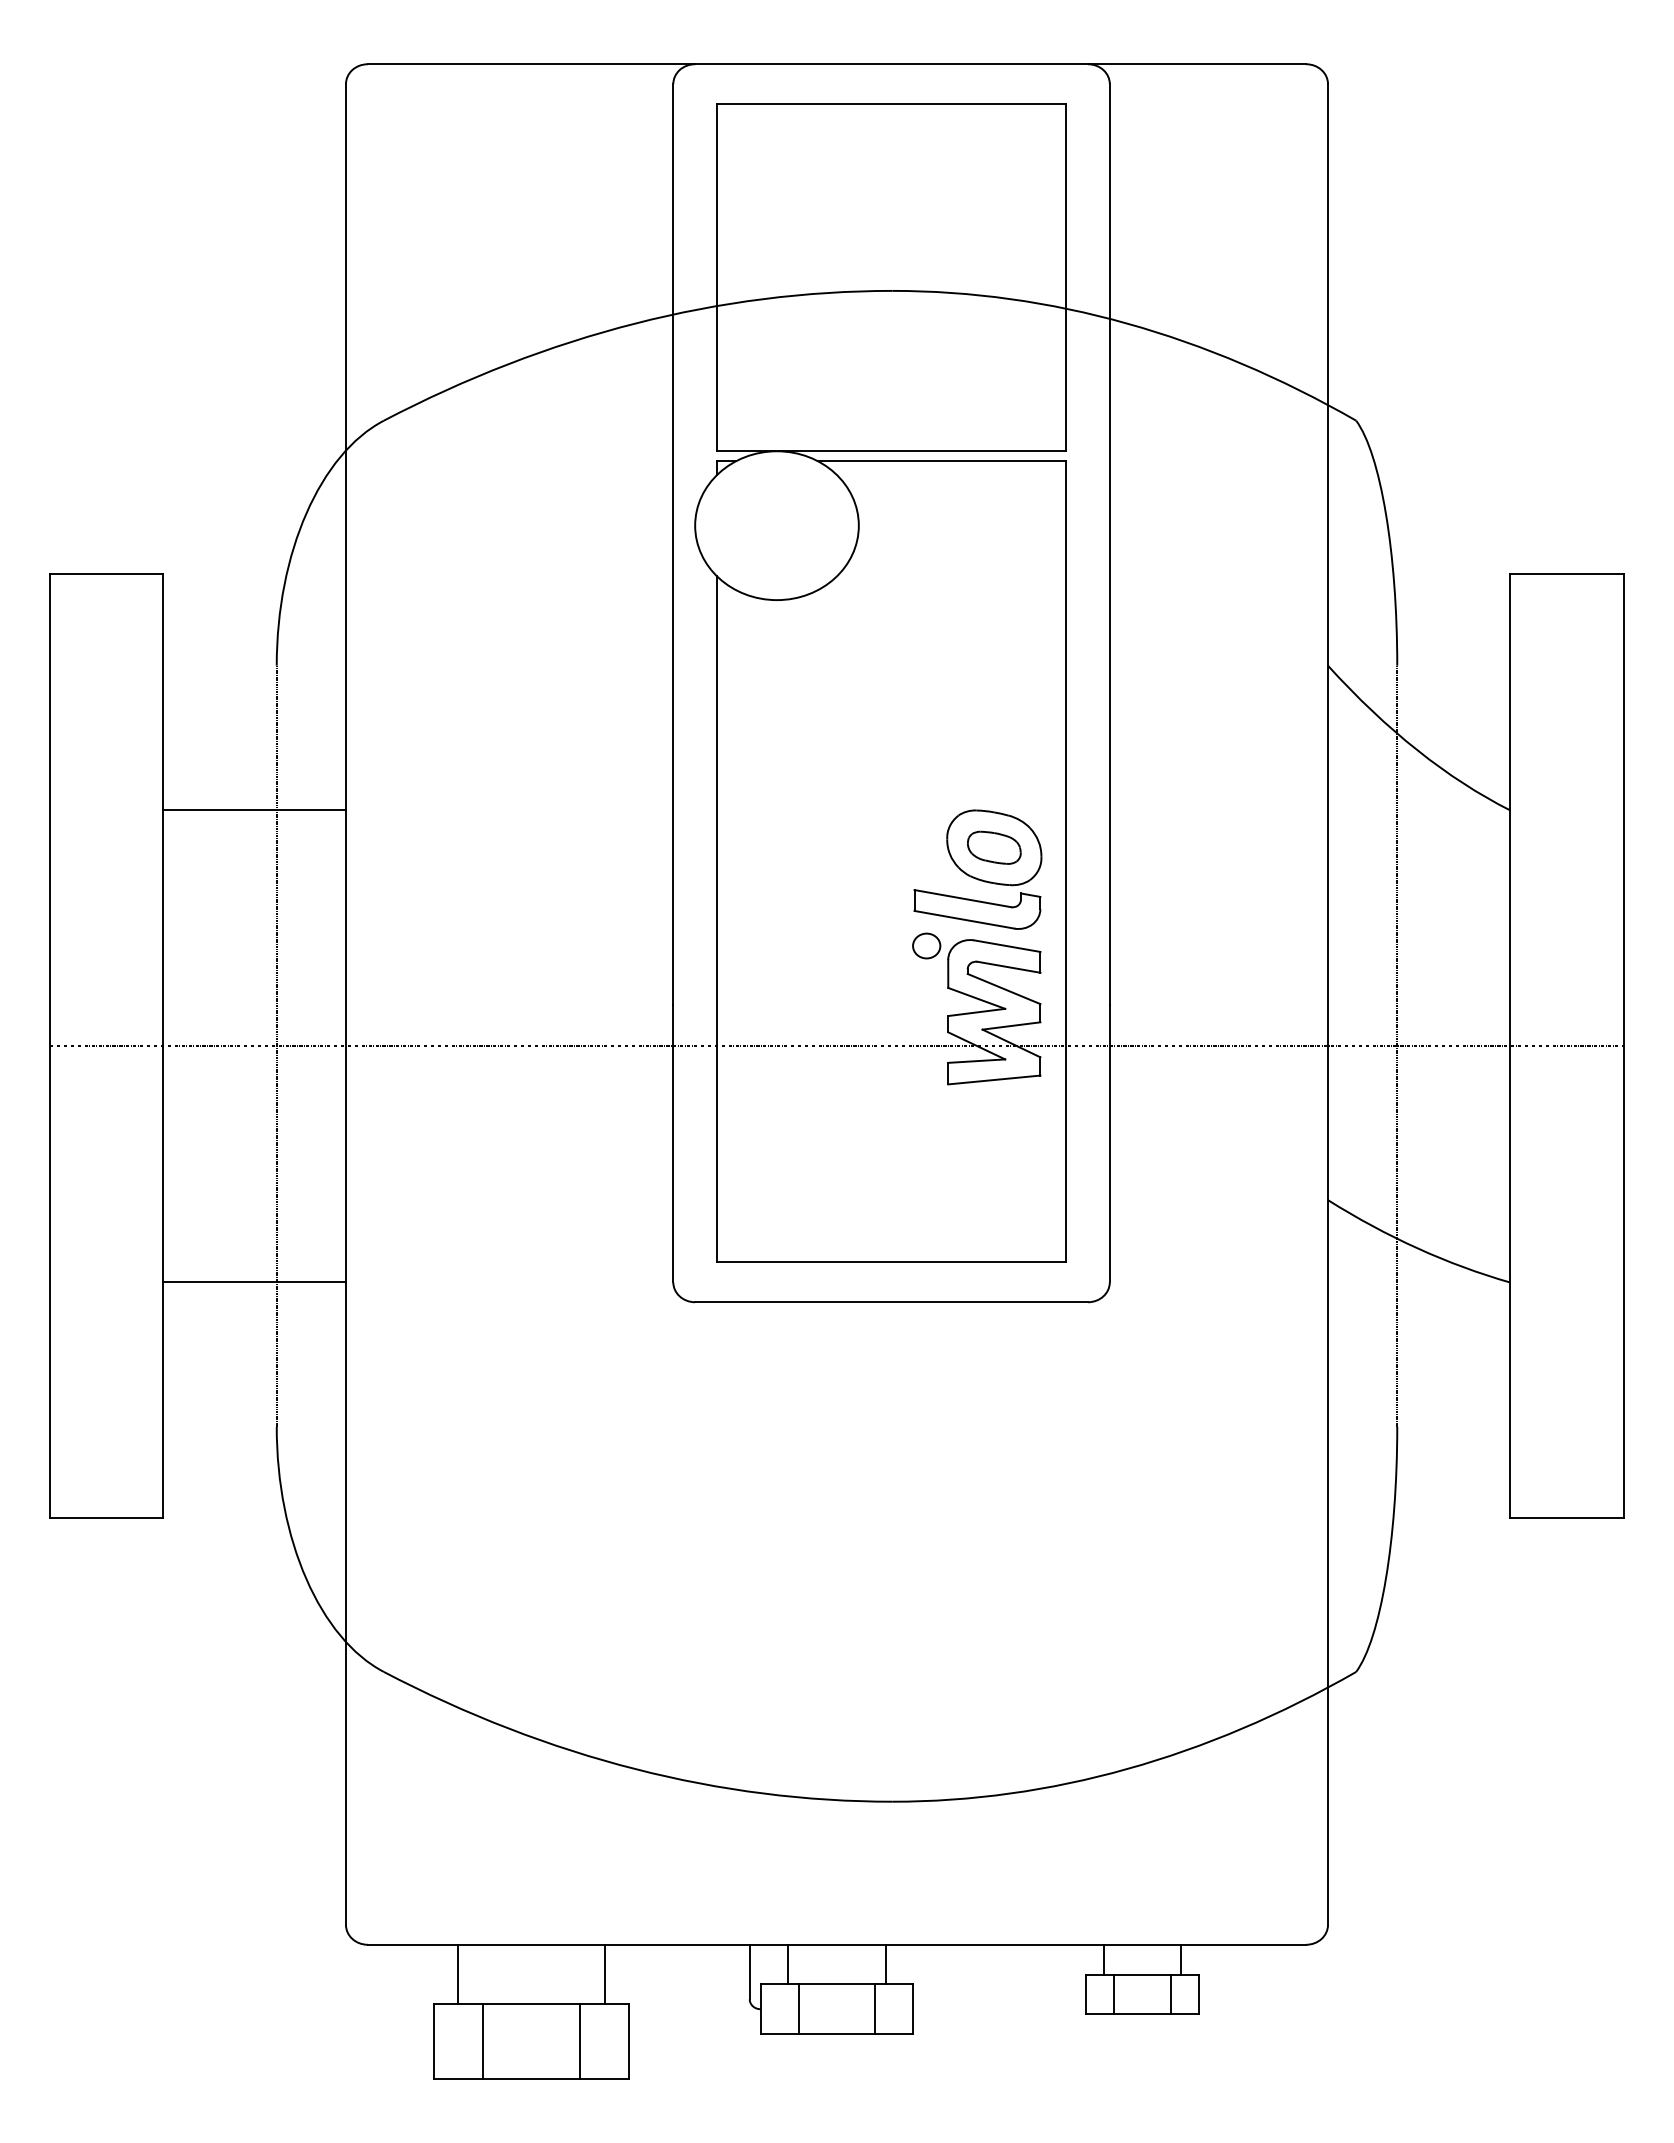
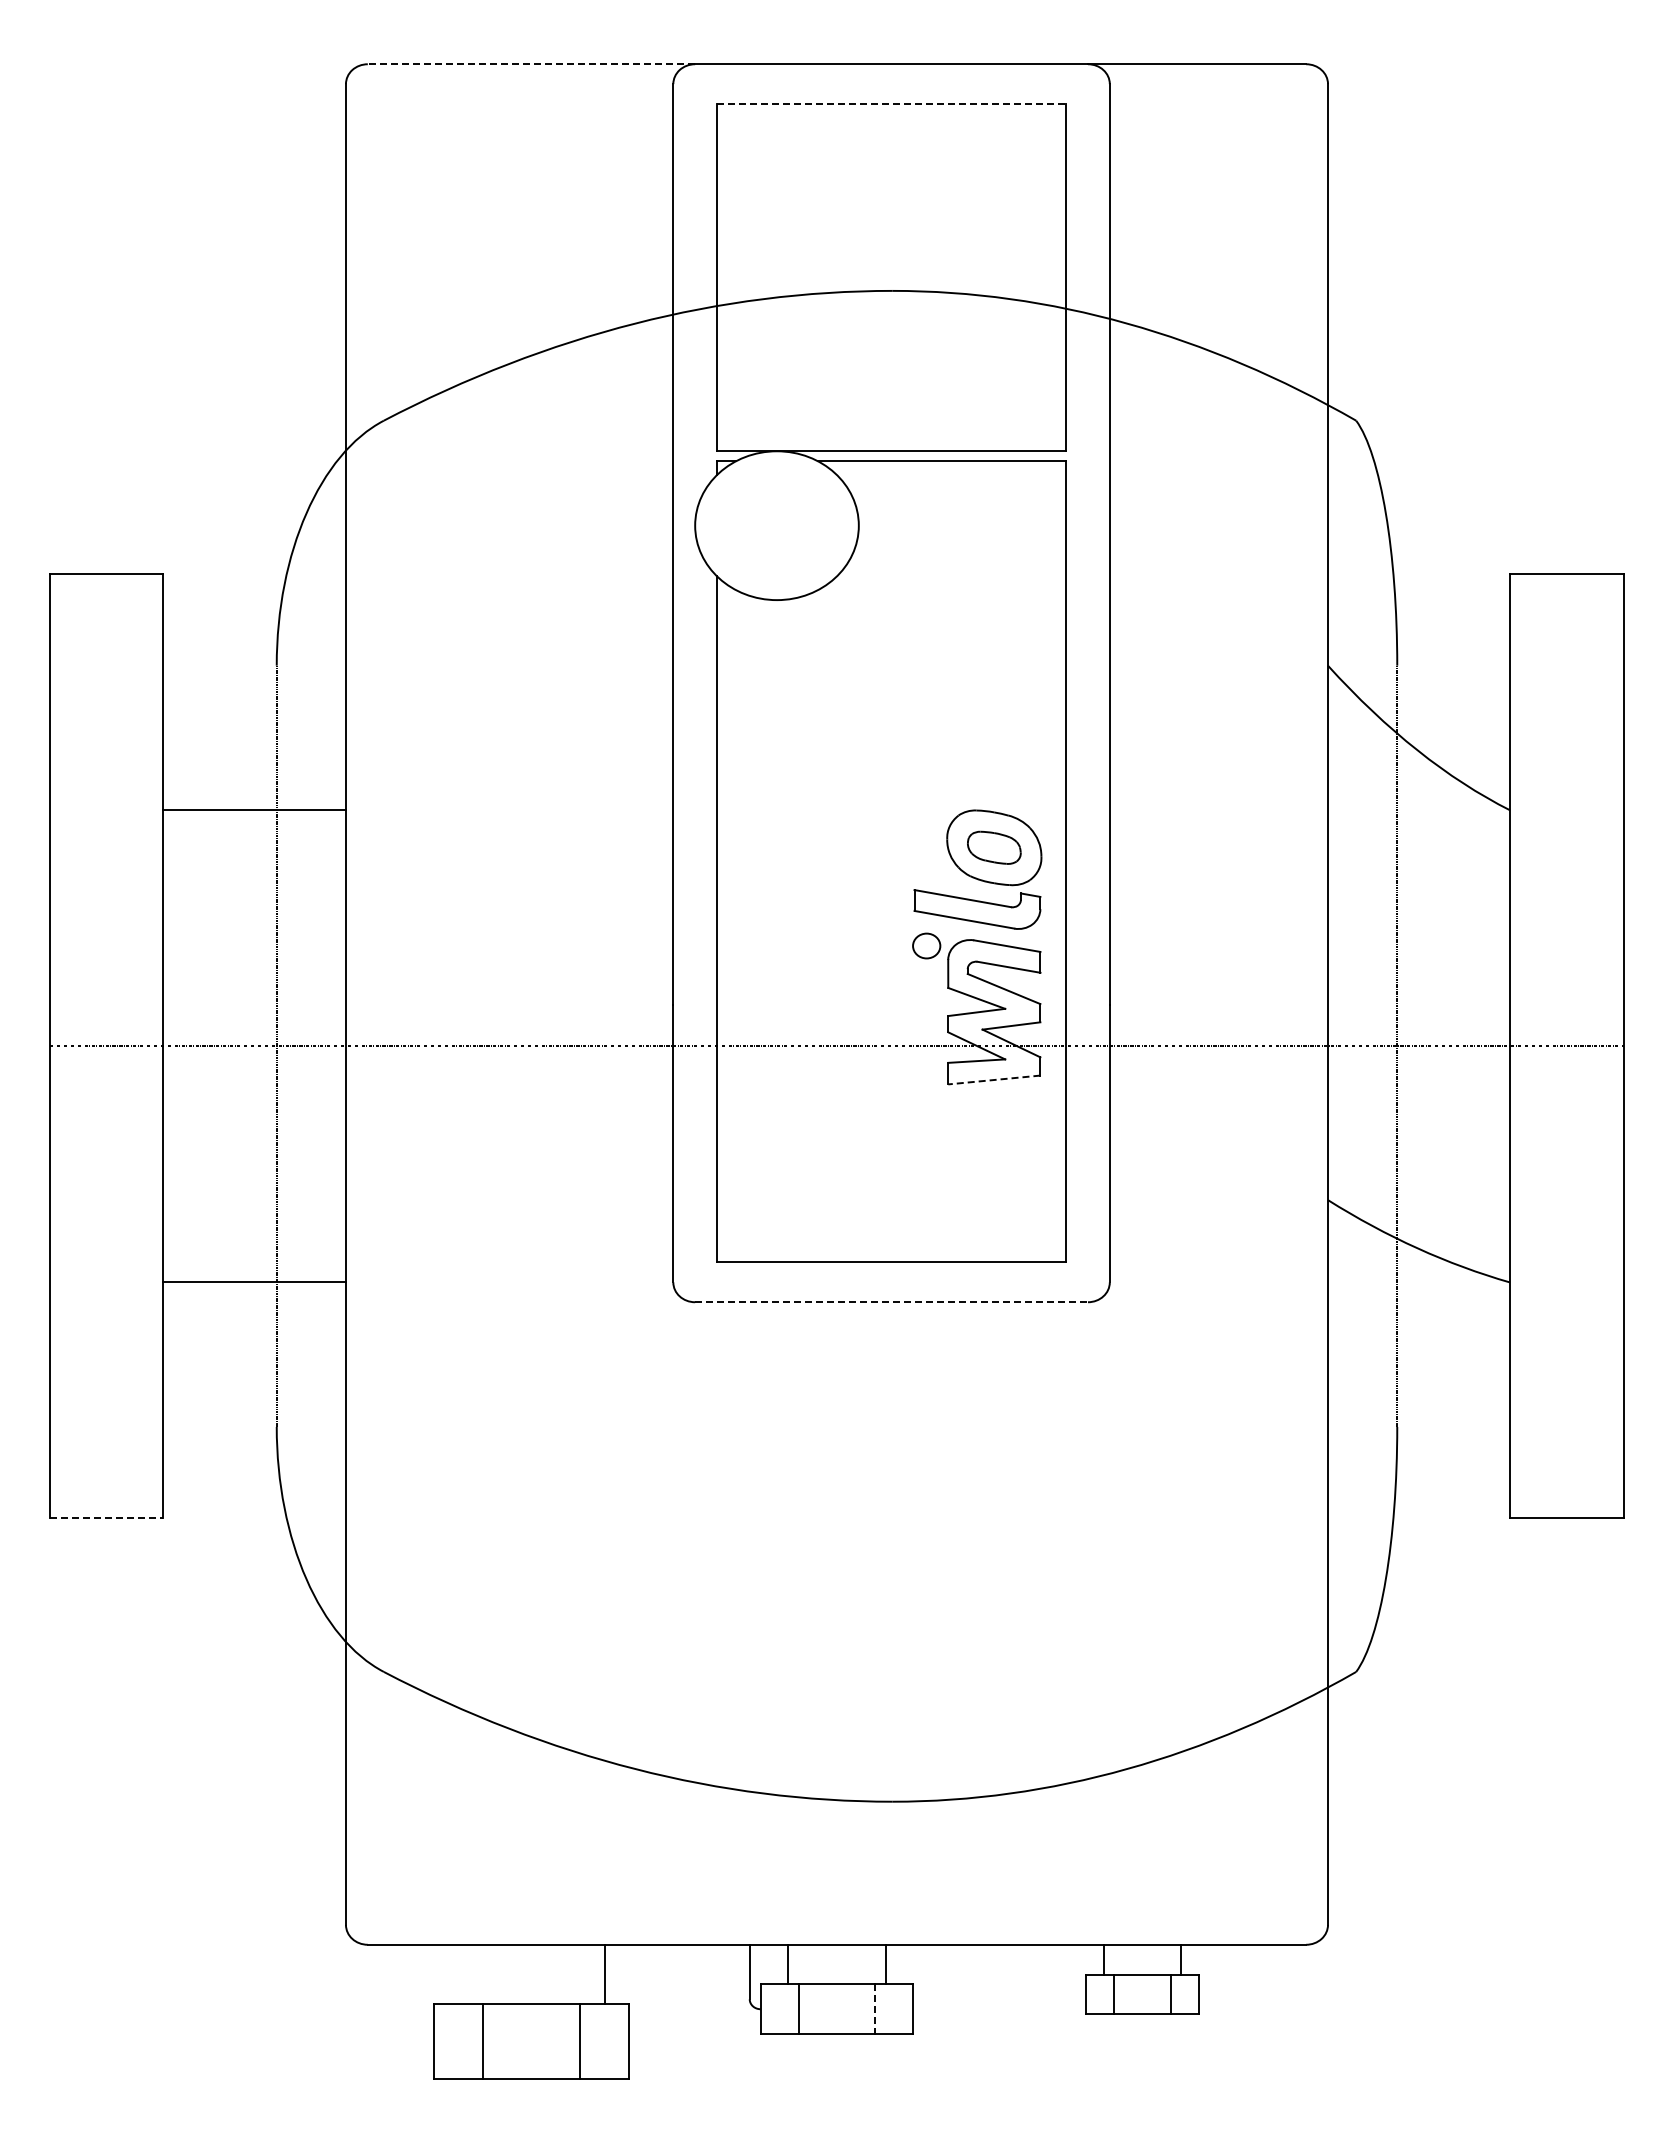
line at (531, 64): solid -> dashed
line at (891, 104): solid -> dashed
line at (993, 1080): solid -> dashed
line at (892, 1302): solid -> dashed
line at (106, 1518): solid -> dashed
line at (457, 1974): present -> none
line at (874, 2009): solid -> dashed
